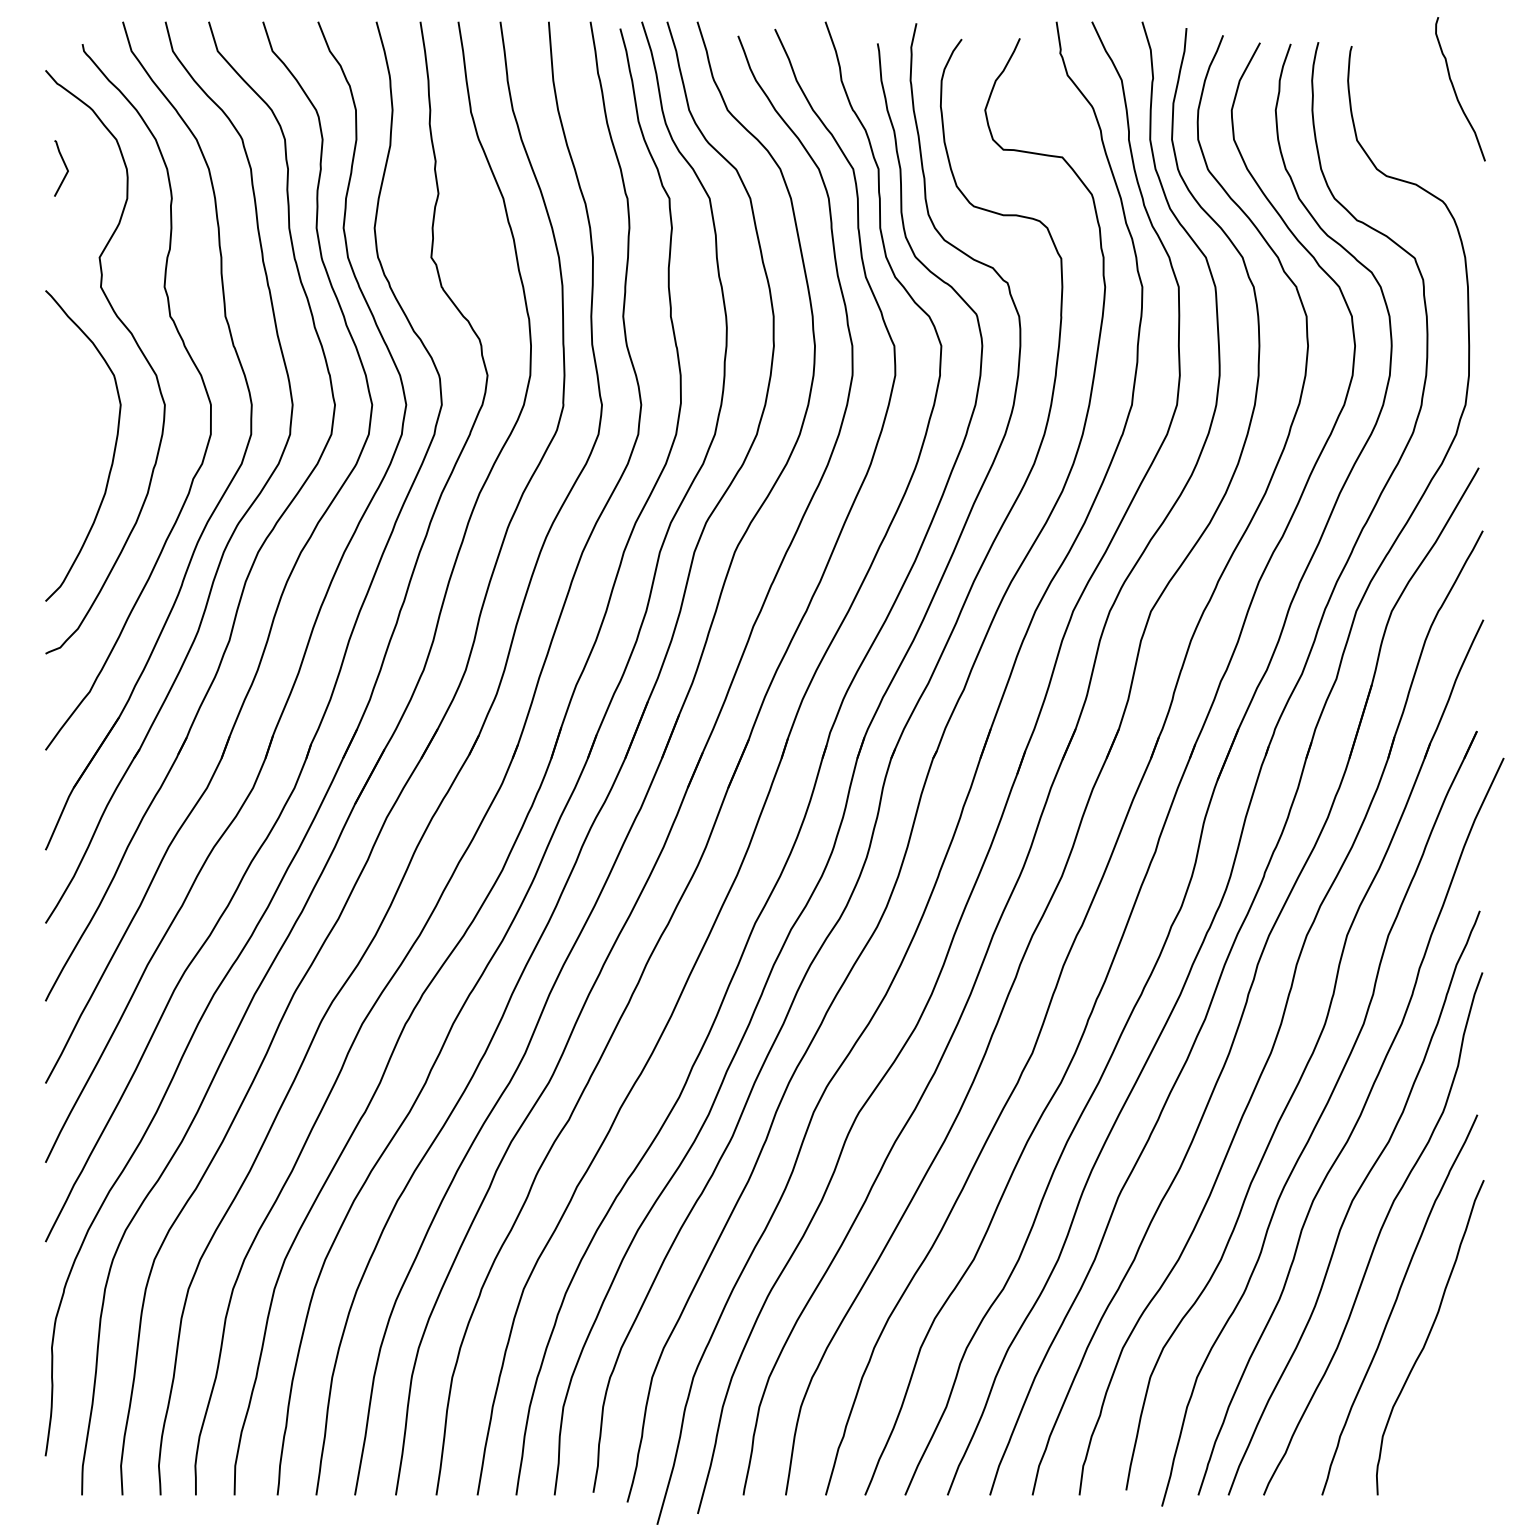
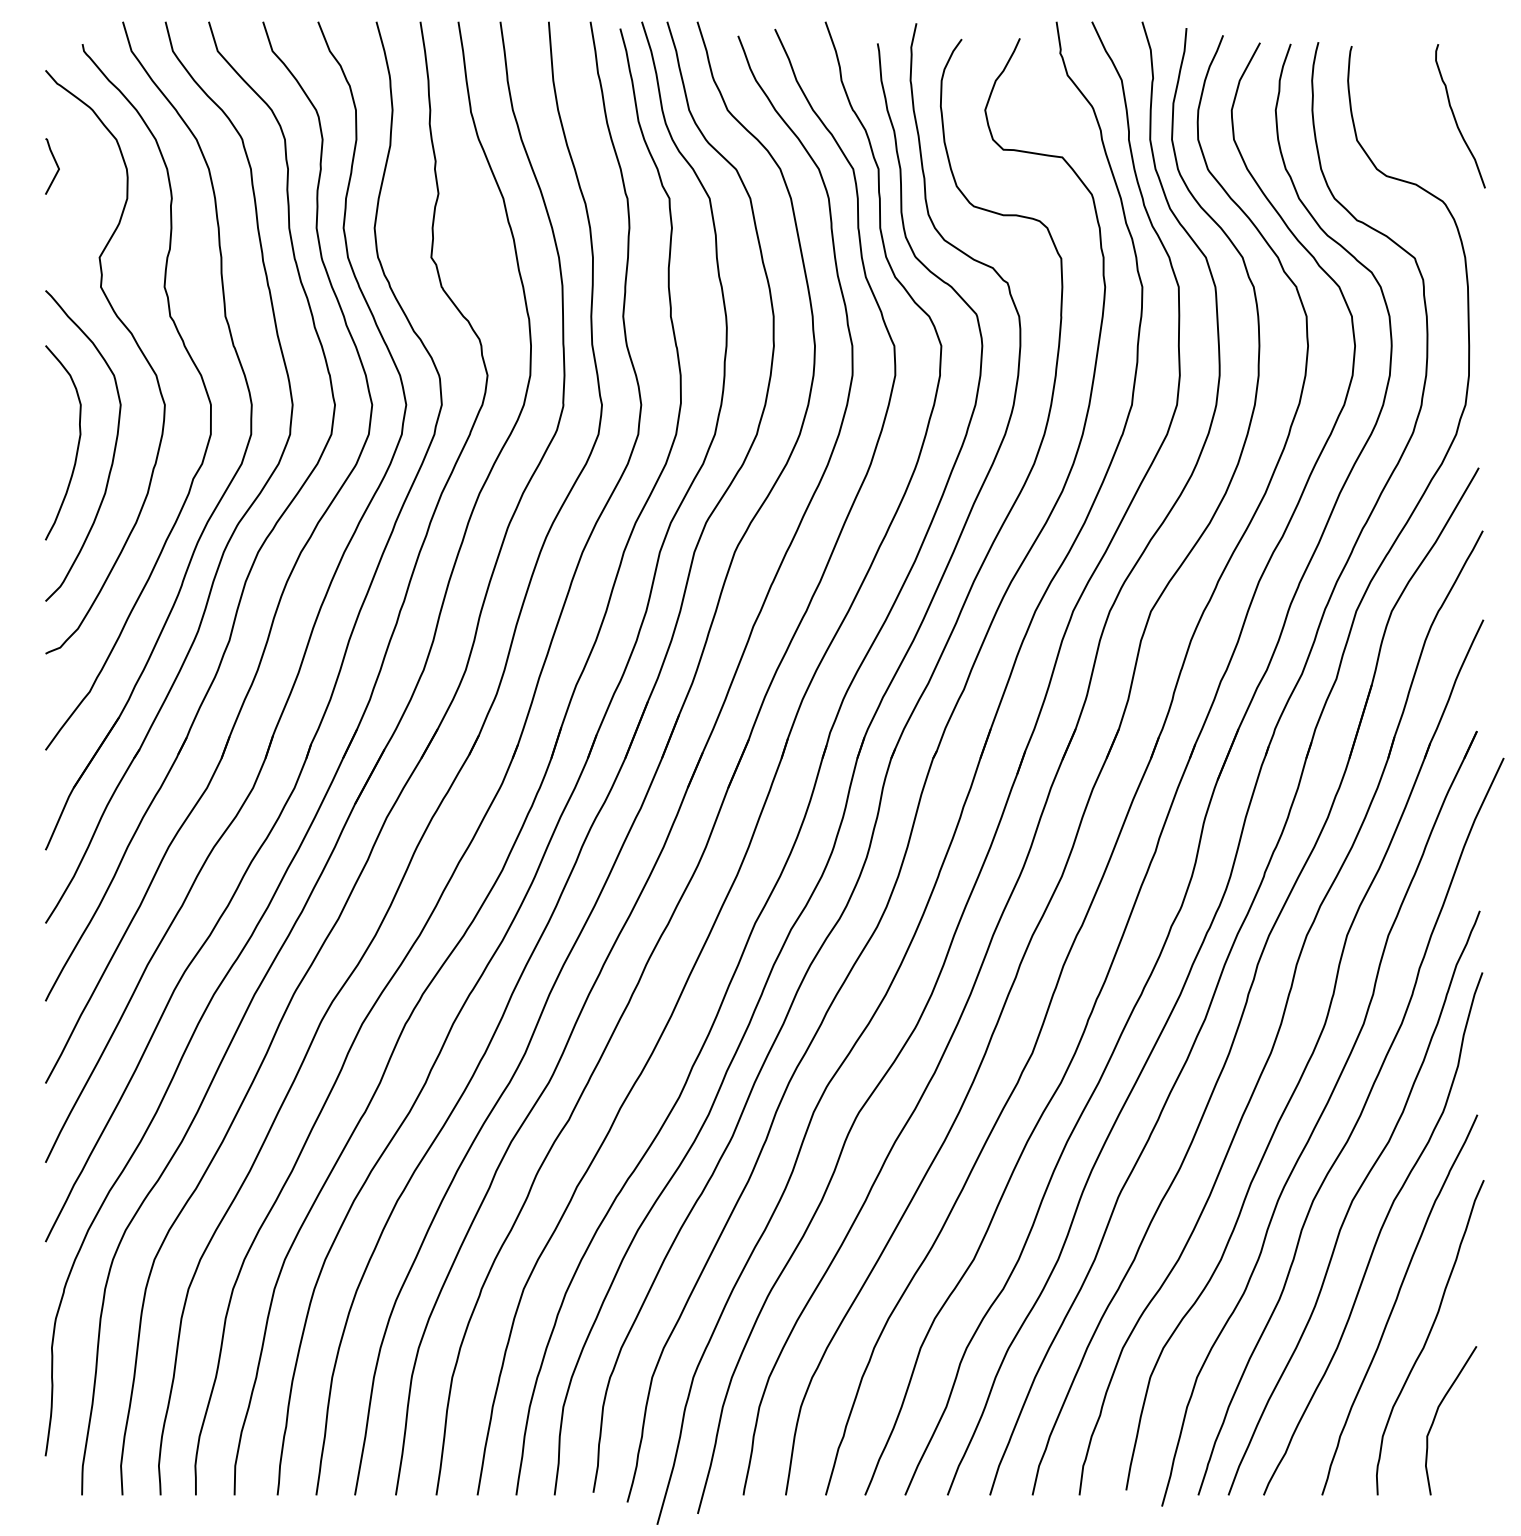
curve at (1455, 89) position: (1455, 89) -> (1455, 116)
line at (65, 168) position: (65, 168) -> (56, 166)
curve at (77, 444): none -> present
curve at (1436, 1416): none -> present
